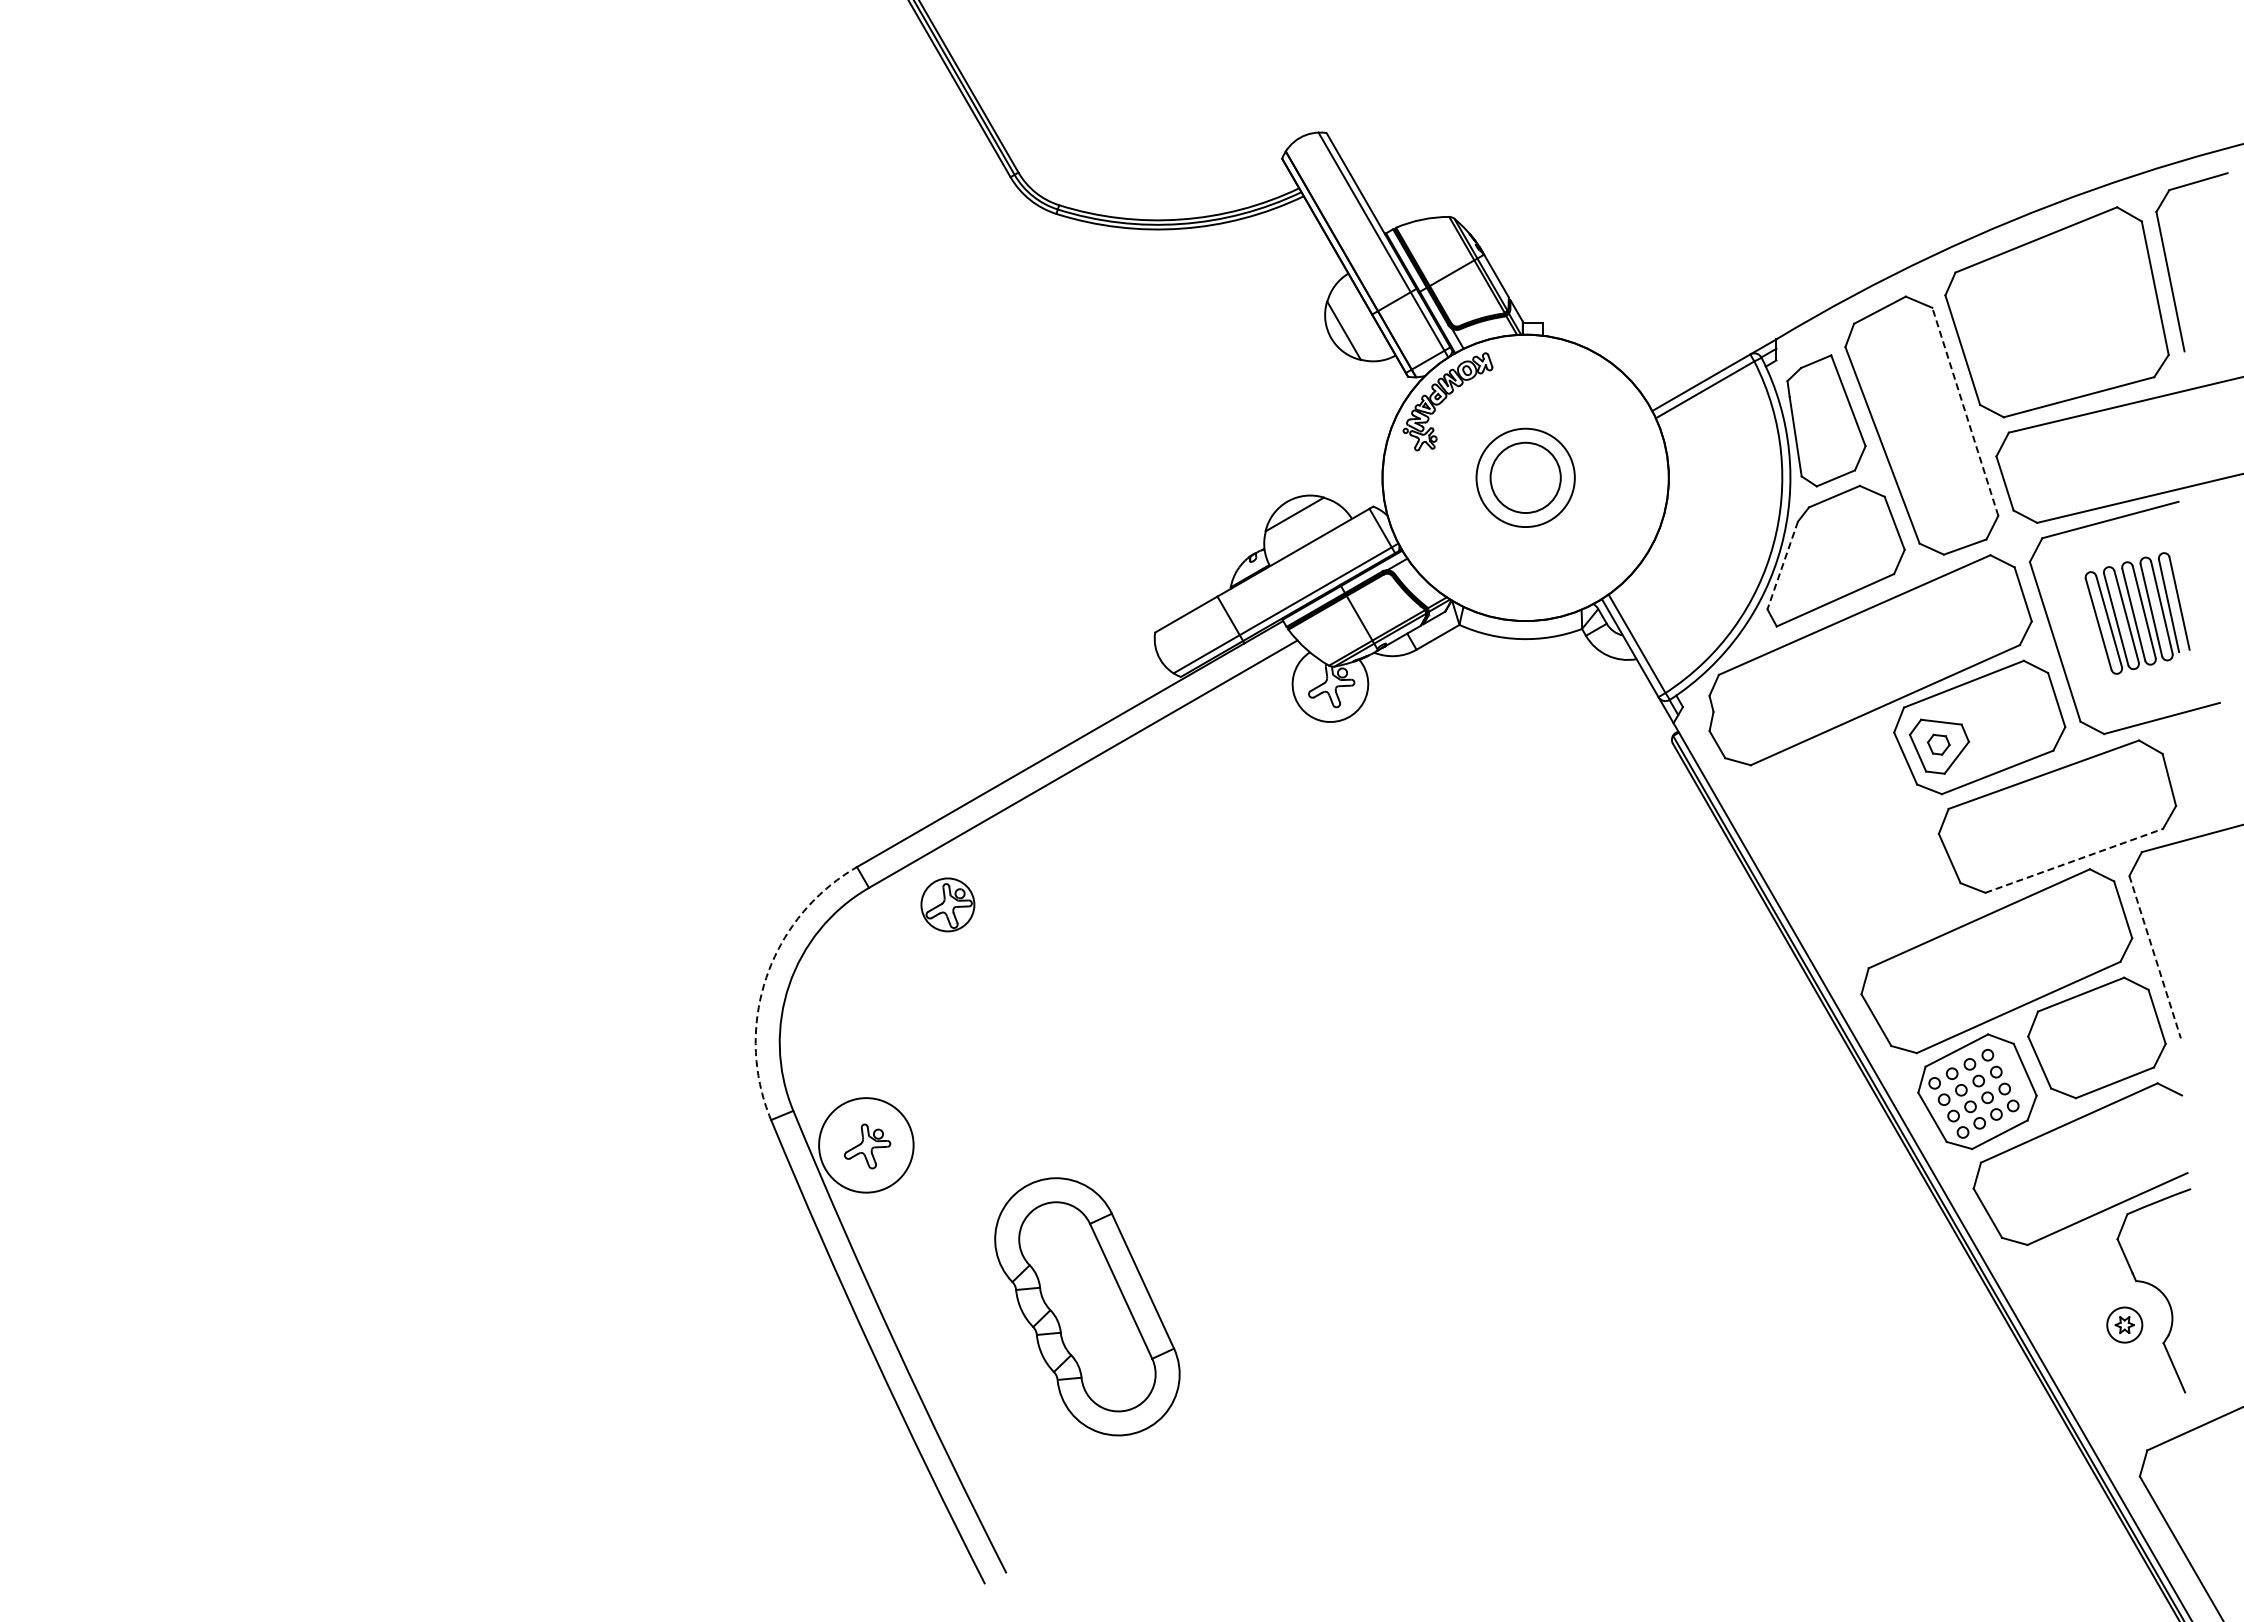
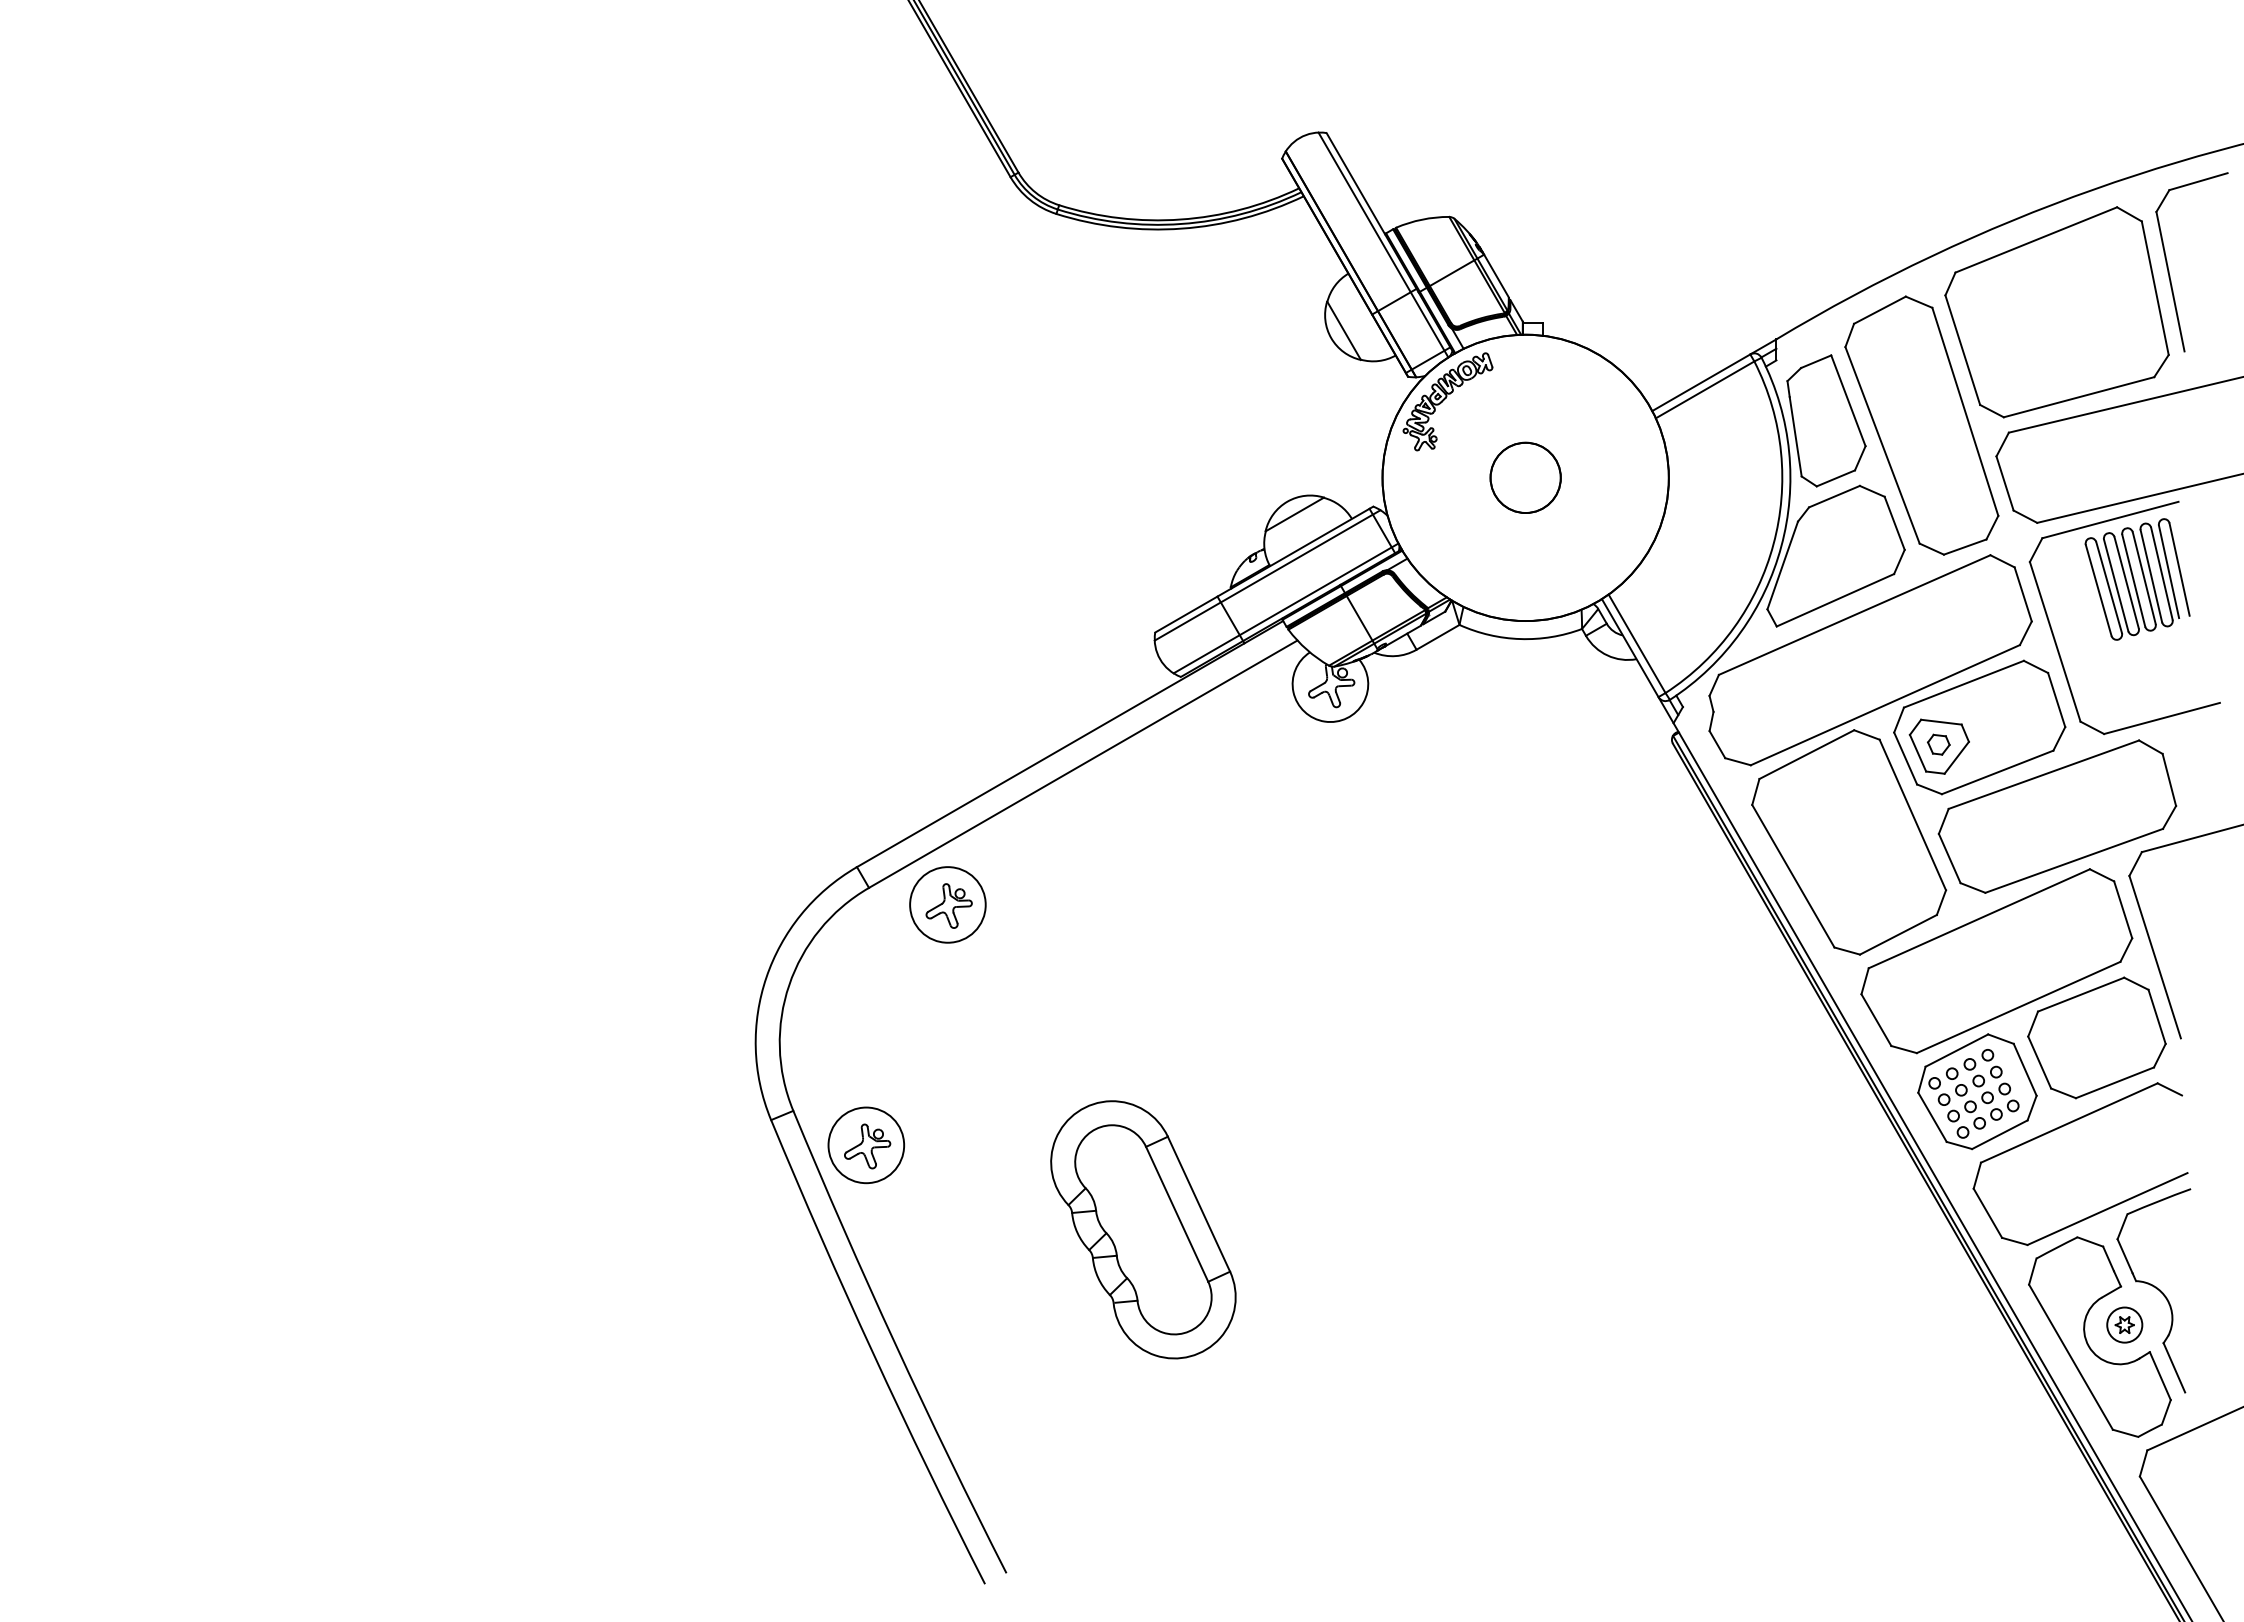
line at (1965, 411): dashed -> solid
circle at (1525, 477) diameter: 98 px -> 70 px
line at (1782, 565): dashed -> solid
line at (1267, 575): none -> present
part at (2137, 613) position: (2137, 613) -> (2137, 579)
part at (1849, 842): none -> present
line at (2074, 860): dashed -> solid
circle at (947, 904) diameter: 53 px -> 76 px
line at (2155, 957): dashed -> solid
arc at (766, 977): dashed -> solid
circle at (866, 1145) diameter: 95 px -> 76 px
part at (1087, 1306) position: (1087, 1306) -> (1143, 1229)
part at (2087, 1340): none -> present
